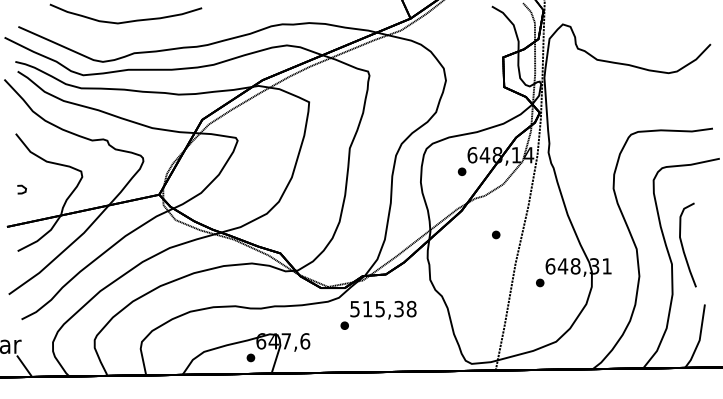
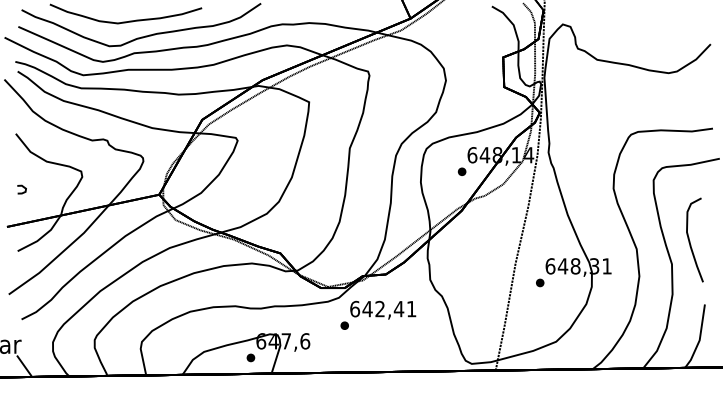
curve at (145, 35): none -> present
part at (496, 234): present -> none
curve at (683, 246) position: (683, 246) -> (690, 241)
text at (383, 308): 515,38 -> 642,41
